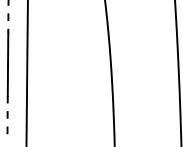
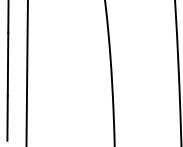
line at (8, 16): dashed -> solid
line at (7, 118): dashed -> solid
